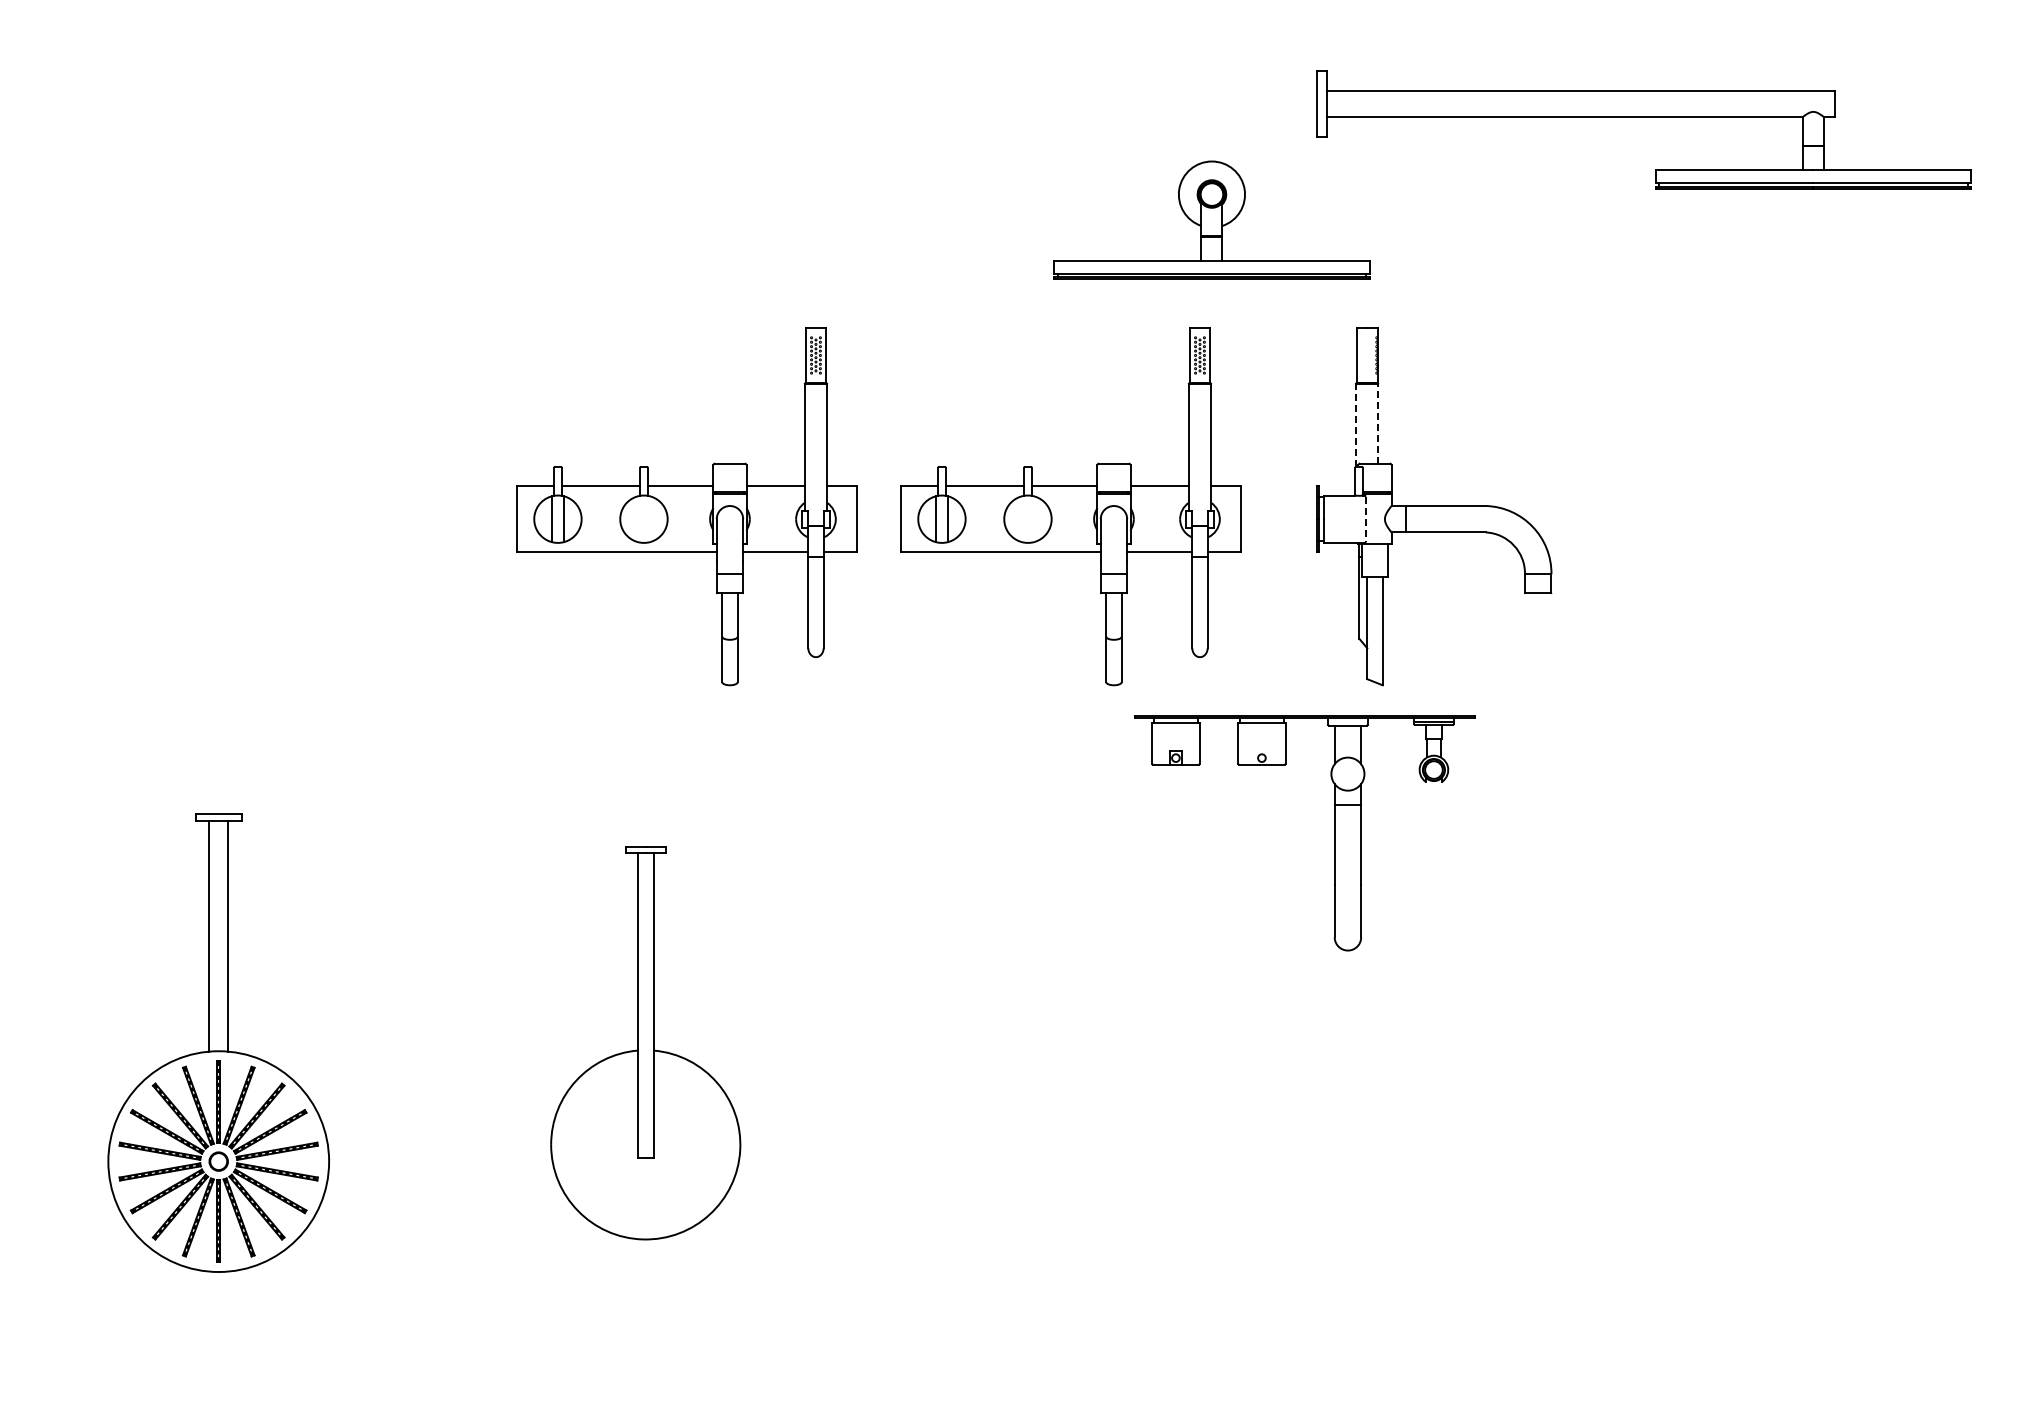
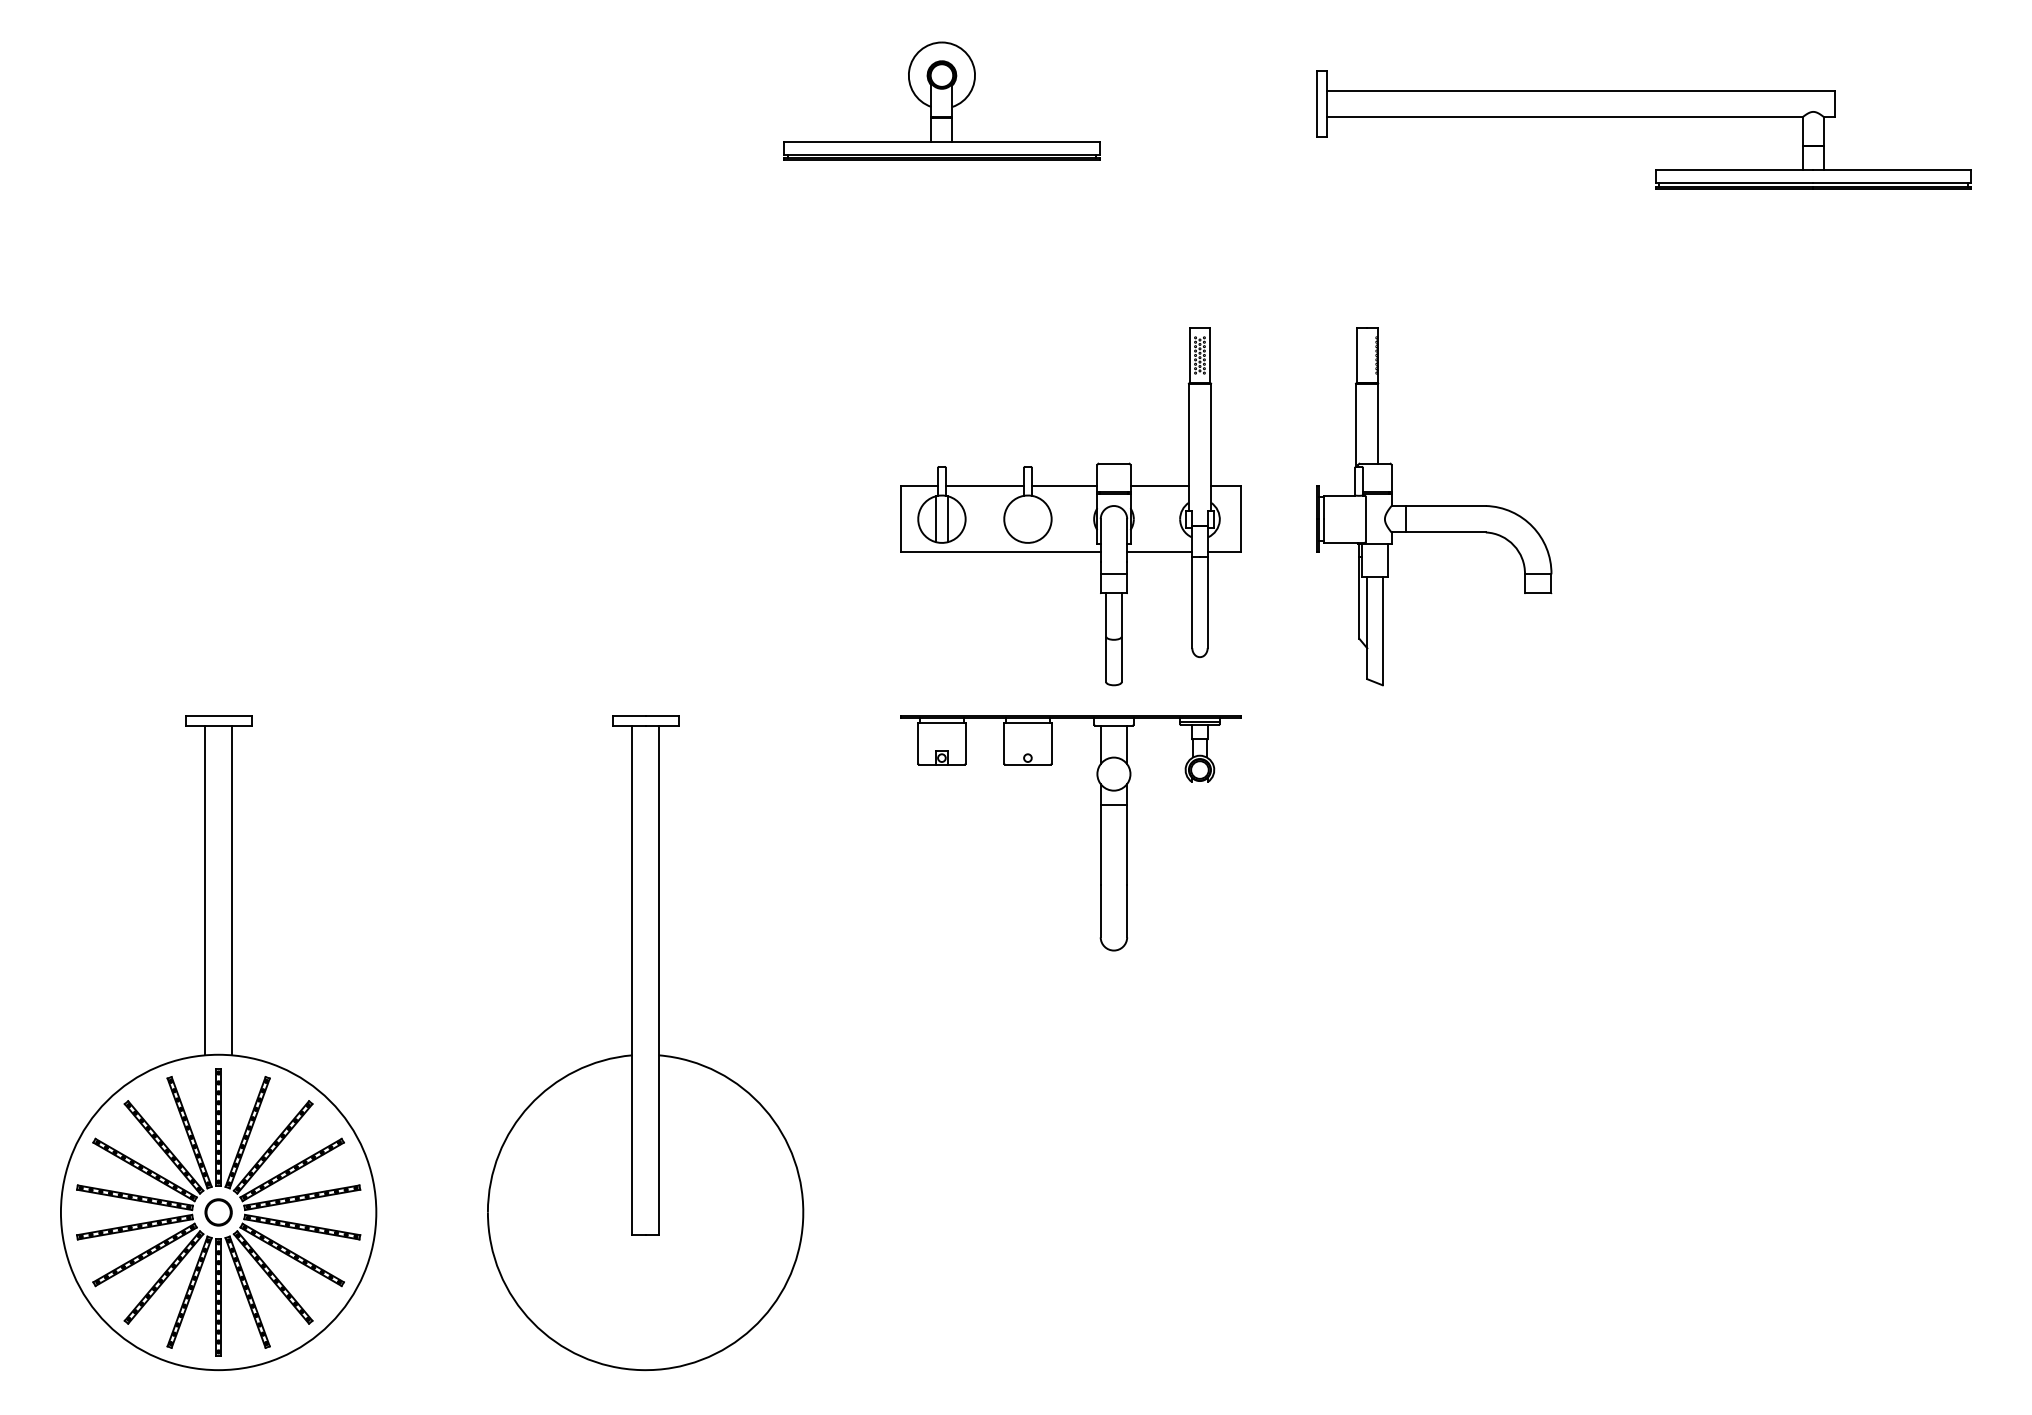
part at (1211, 219) position: (1211, 219) -> (941, 100)
line at (1378, 423): dashed -> solid
line at (1356, 425): dashed -> solid
part at (686, 506): present -> none
line at (1365, 519): dashed -> solid
part at (1334, 833) position: (1334, 833) -> (1100, 833)
part at (218, 1042) size: 223x460 px -> 318x656 px
part at (645, 1043) size: 192x395 px -> 318x657 px
